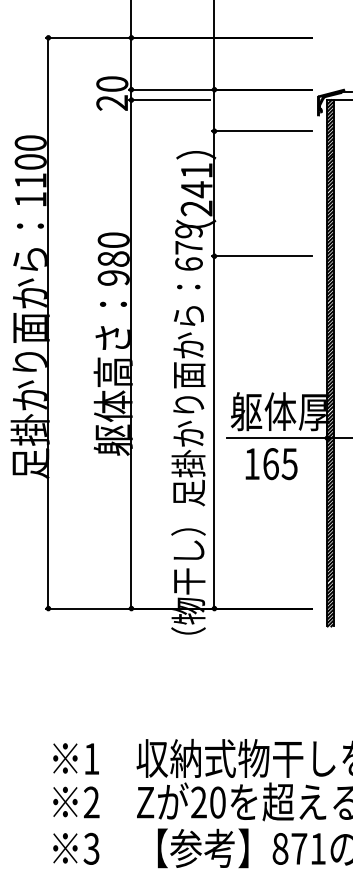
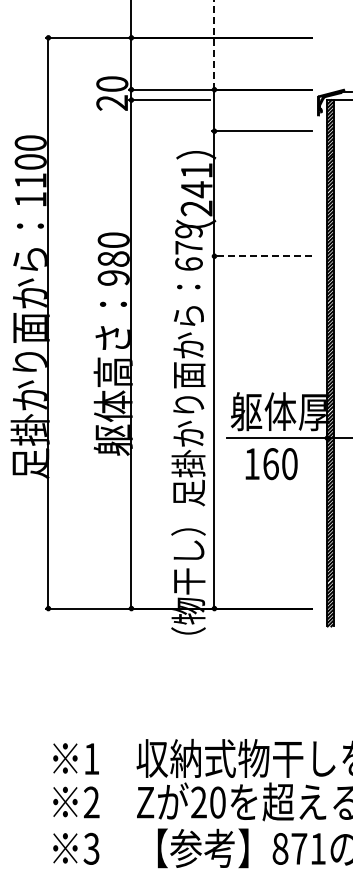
line at (214, 44): solid -> dashed
line at (262, 256): solid -> dashed
text at (289, 464): 165 -> 160
